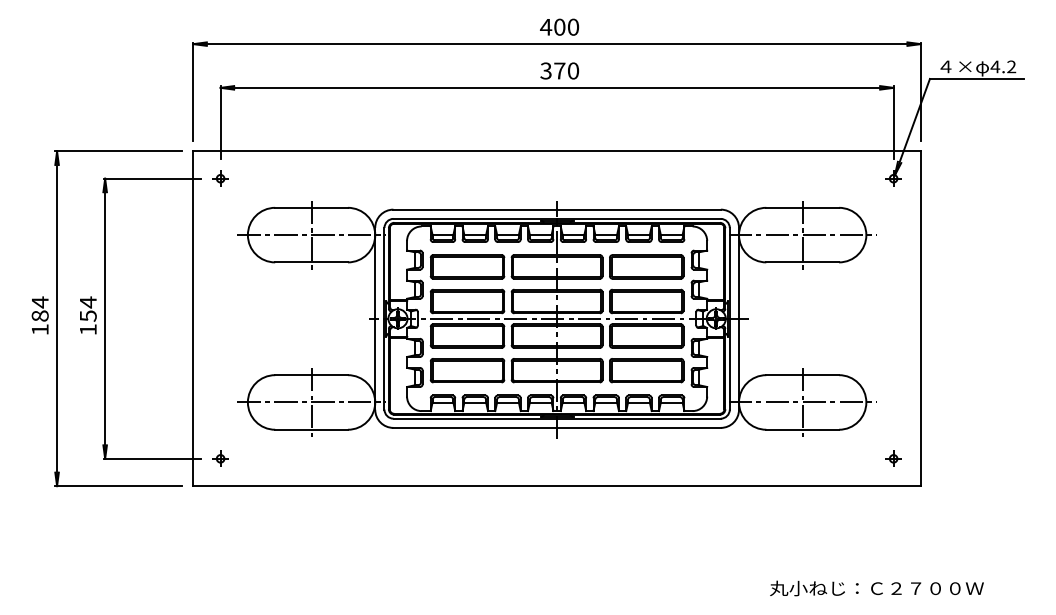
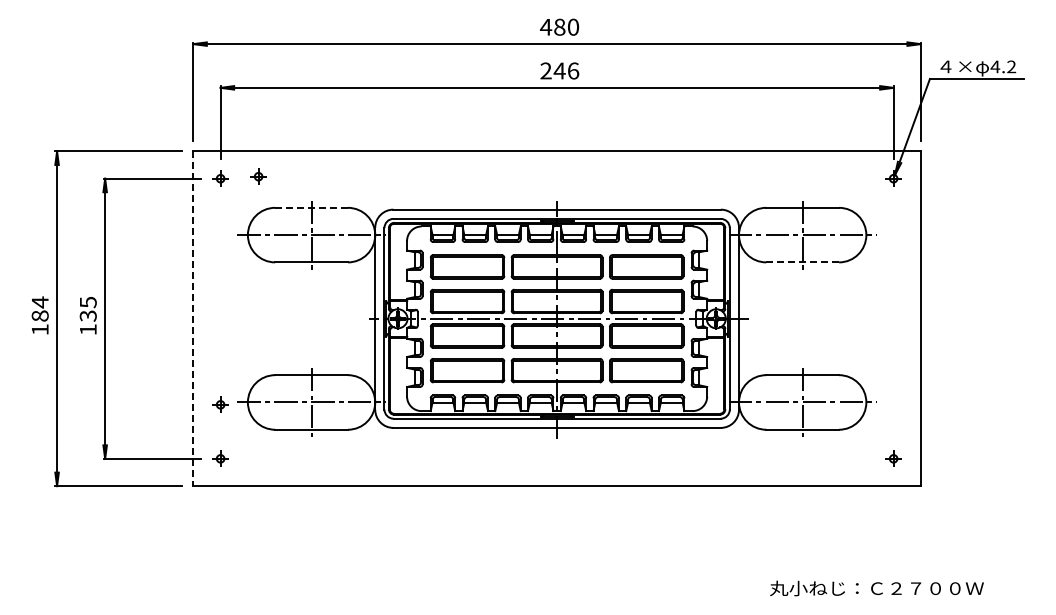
text at (559, 27): 400 -> 480
text at (559, 70): 370 -> 246
part at (258, 176): none -> present
line at (312, 207): solid -> dashed
line at (803, 262): solid -> dashed
text at (87, 308): 154 -> 135
line at (193, 319): solid -> dashed
part at (220, 404): none -> present
